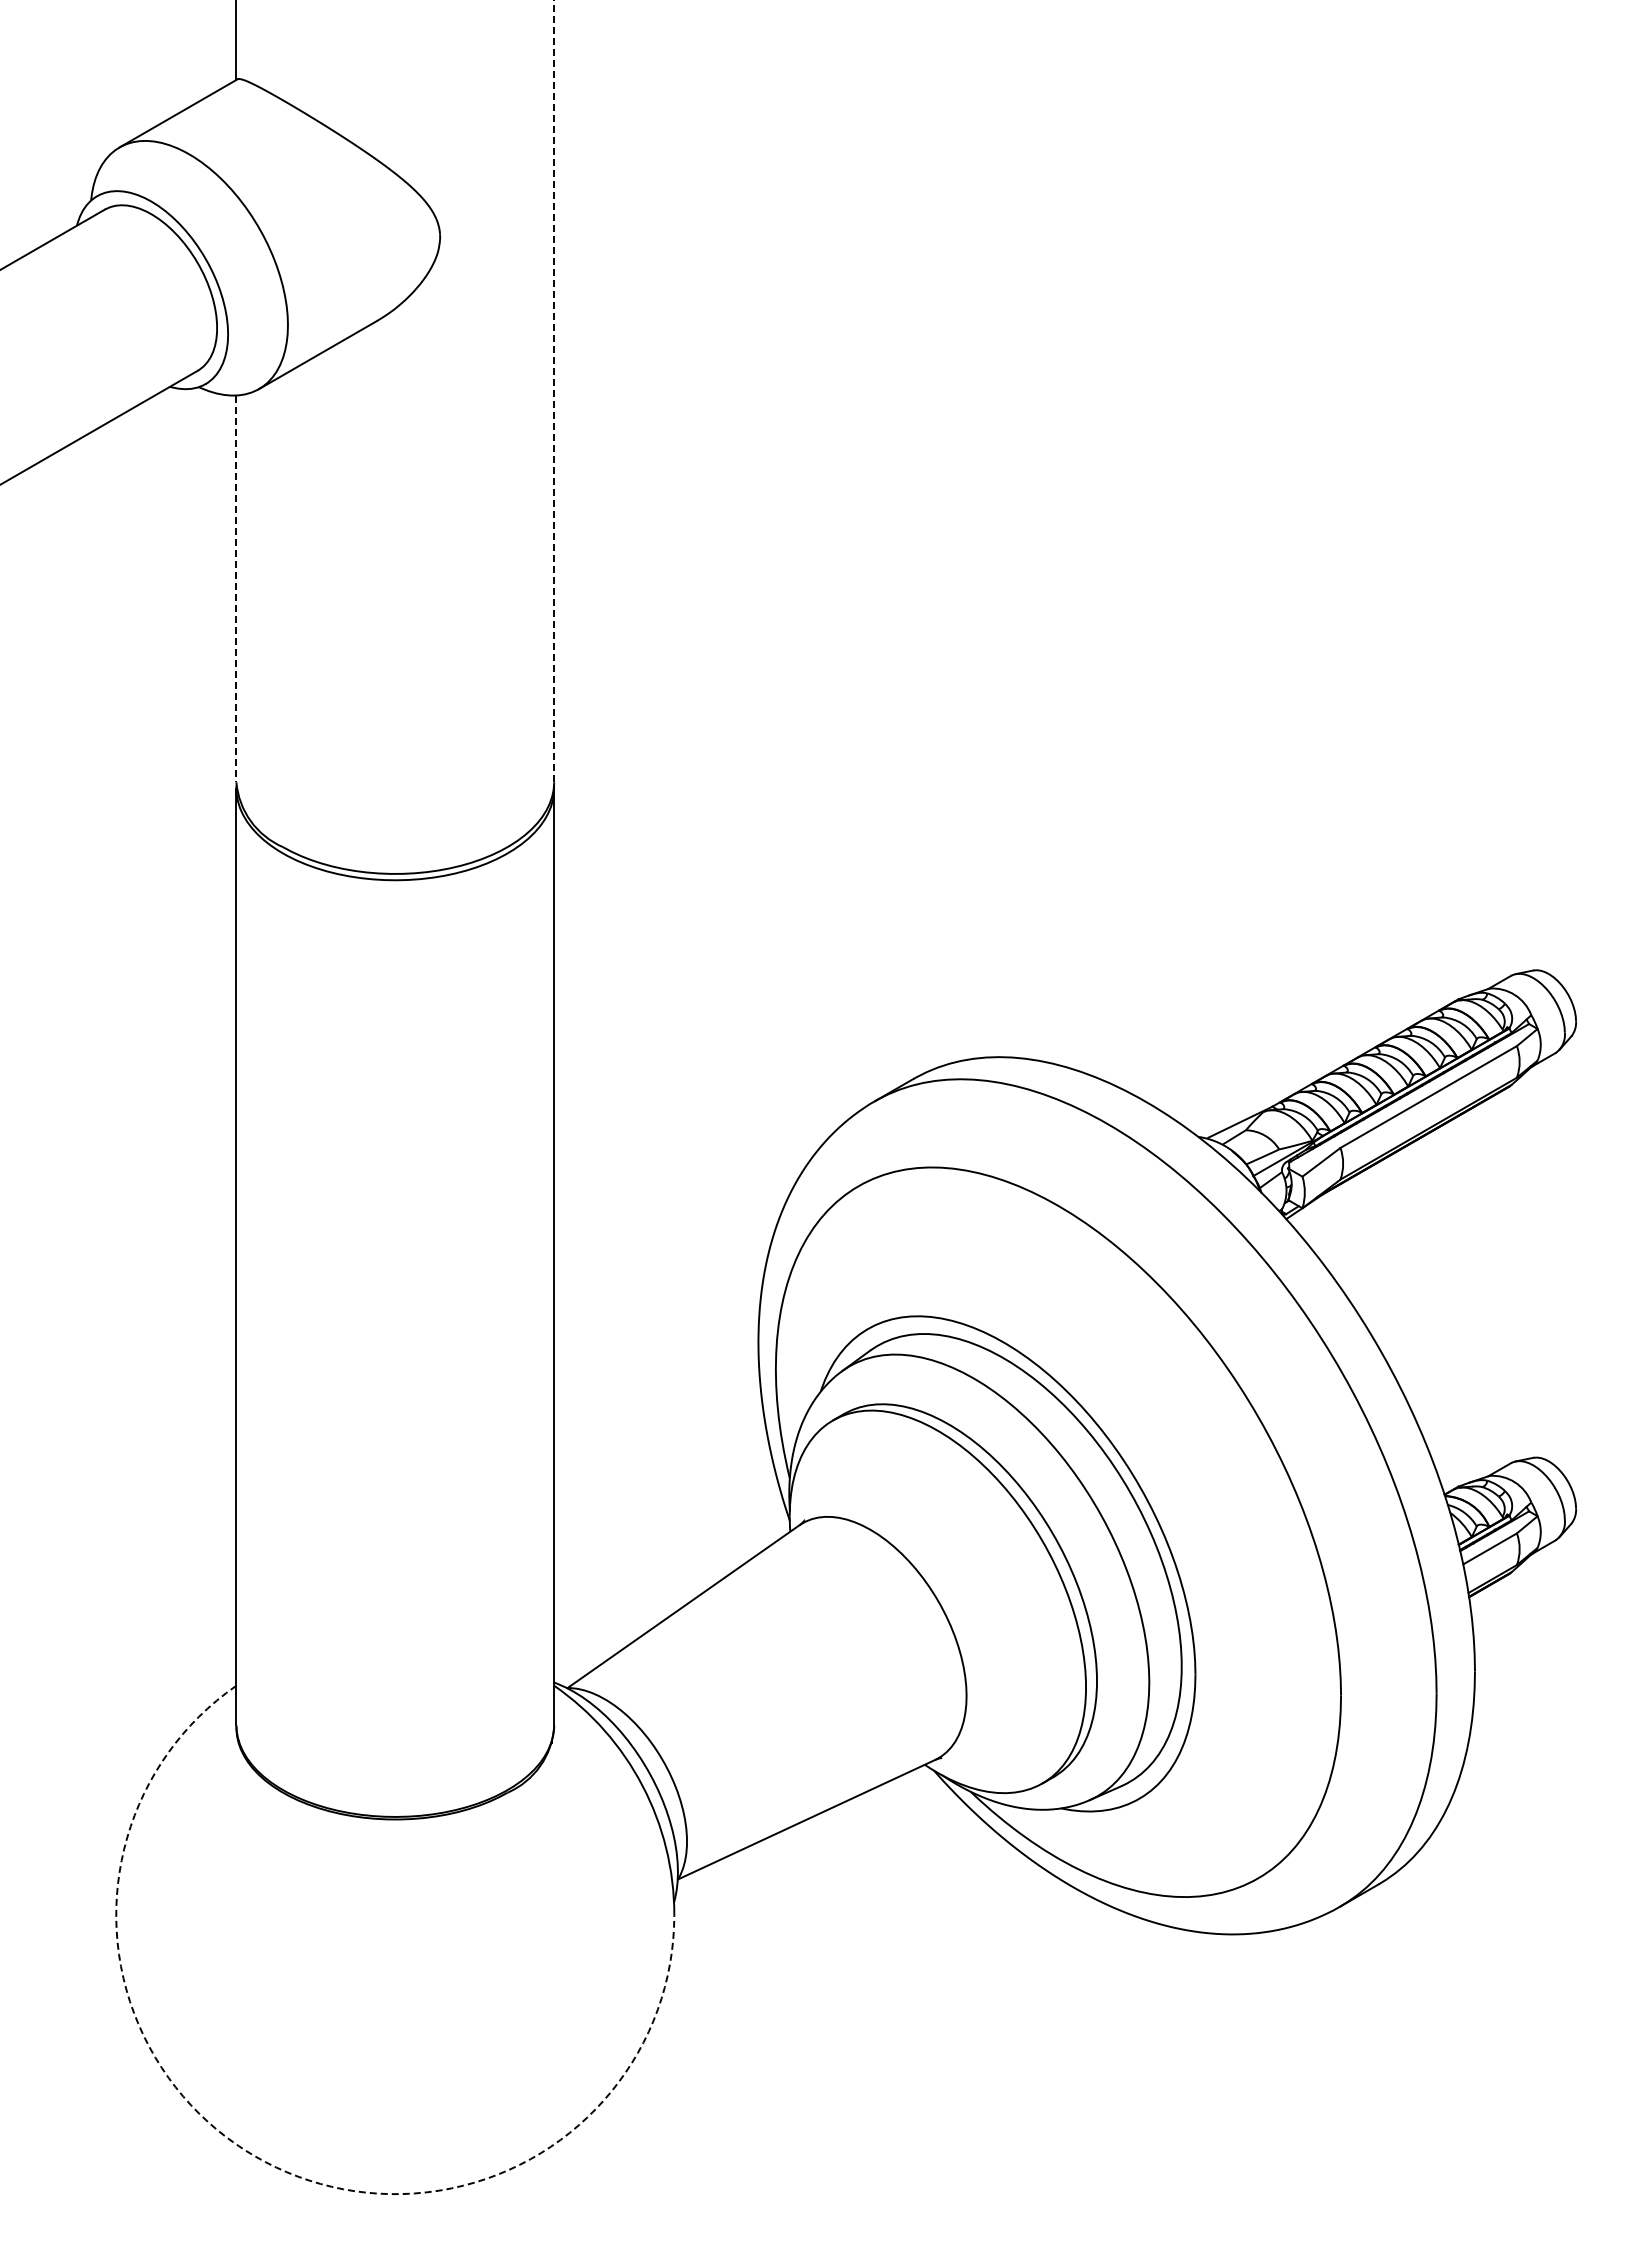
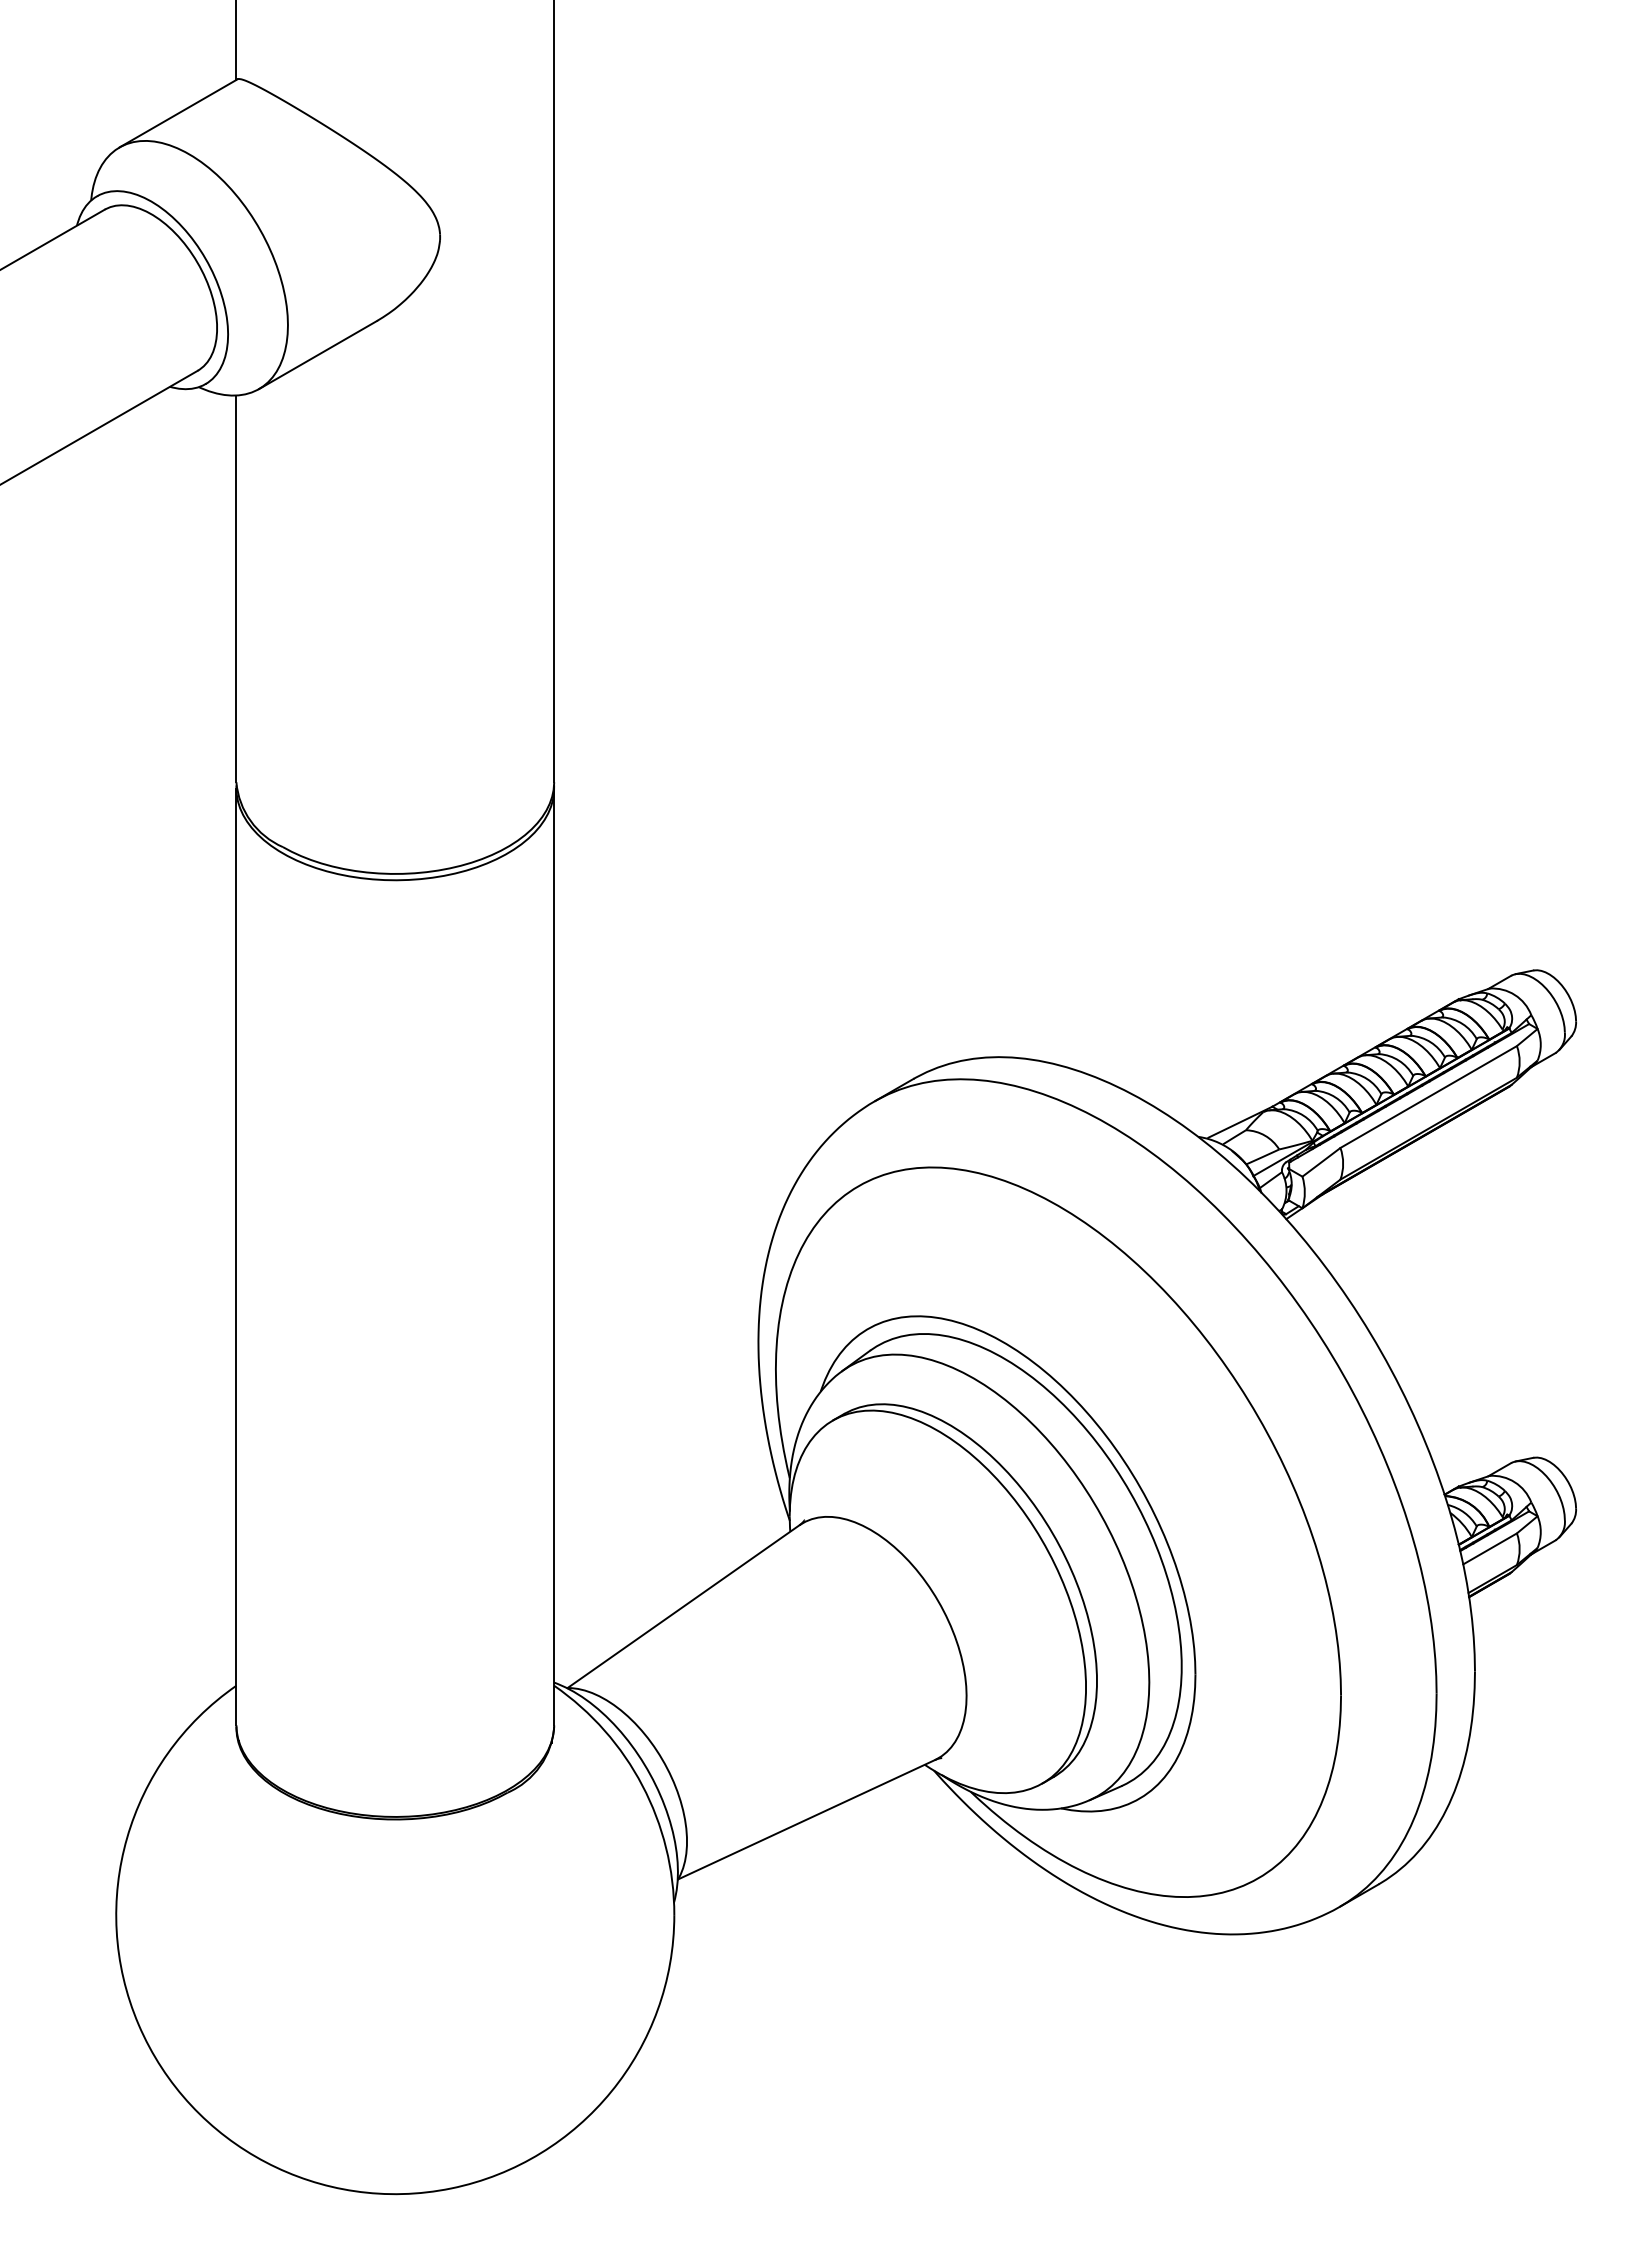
line at (554, 391): dashed -> solid
line at (236, 589): dashed -> solid
arc at (265, 2162): dashed -> solid
